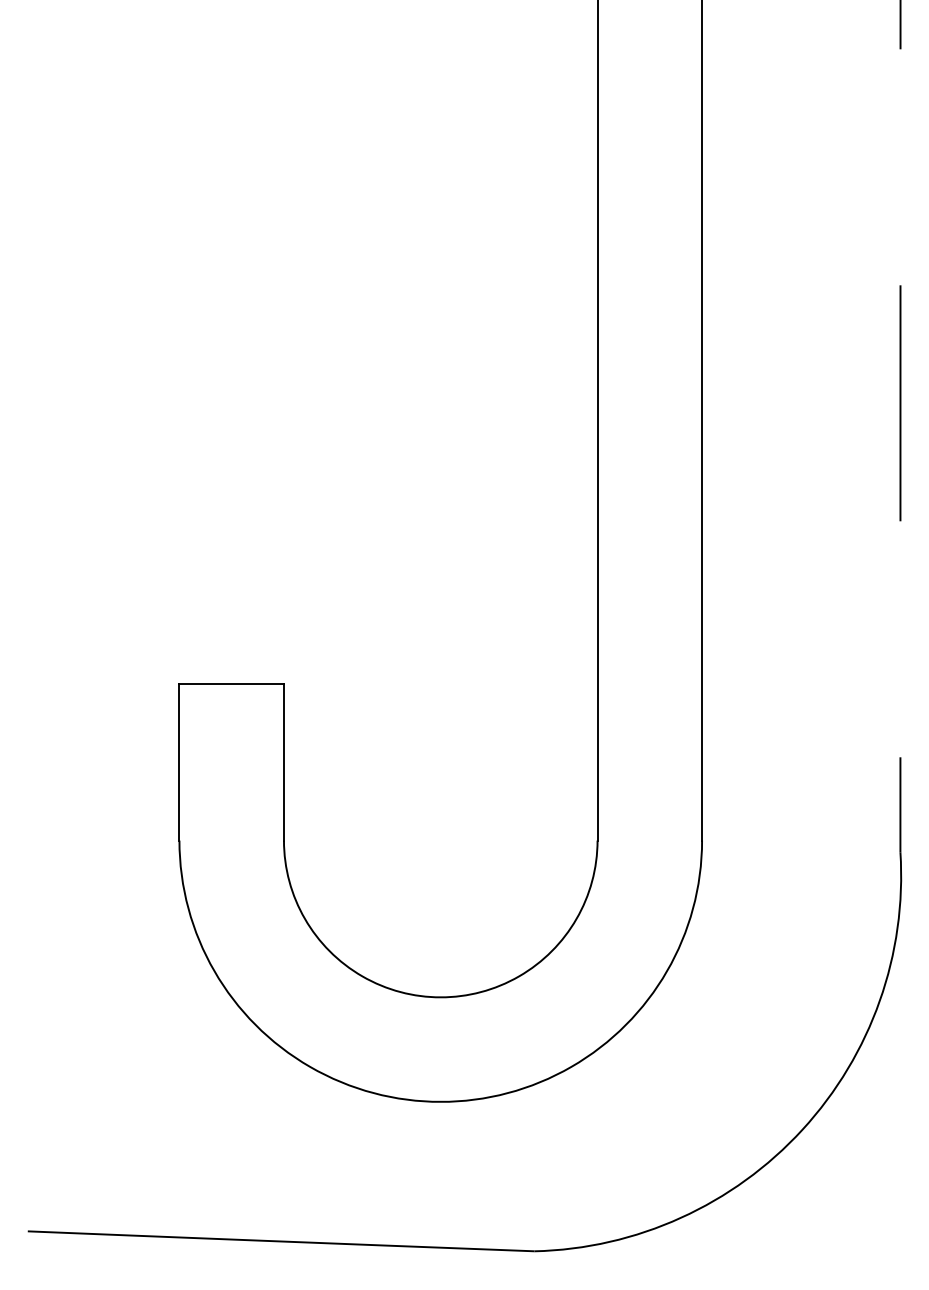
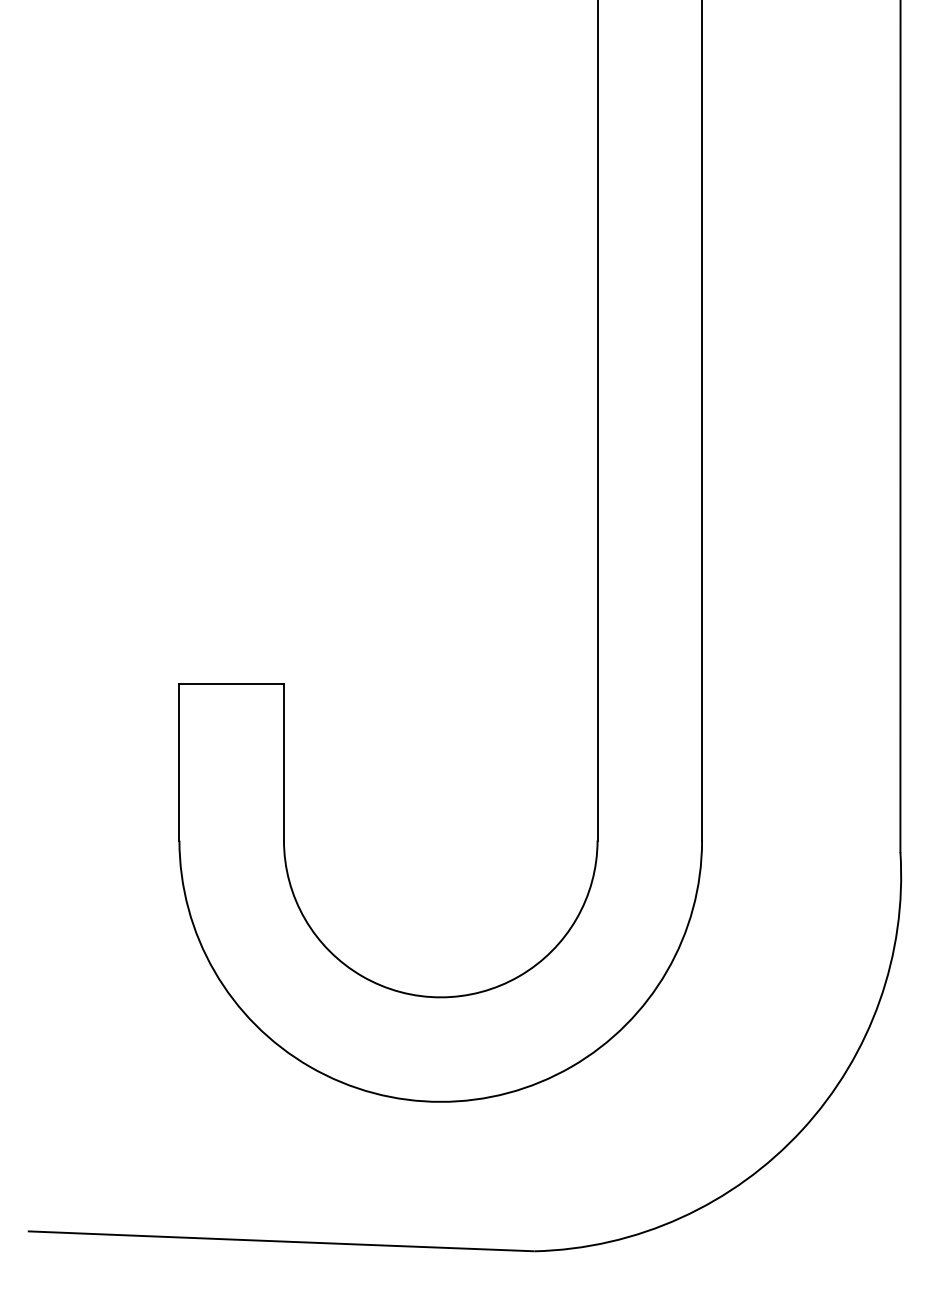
line at (900, 426): dashed -> solid
